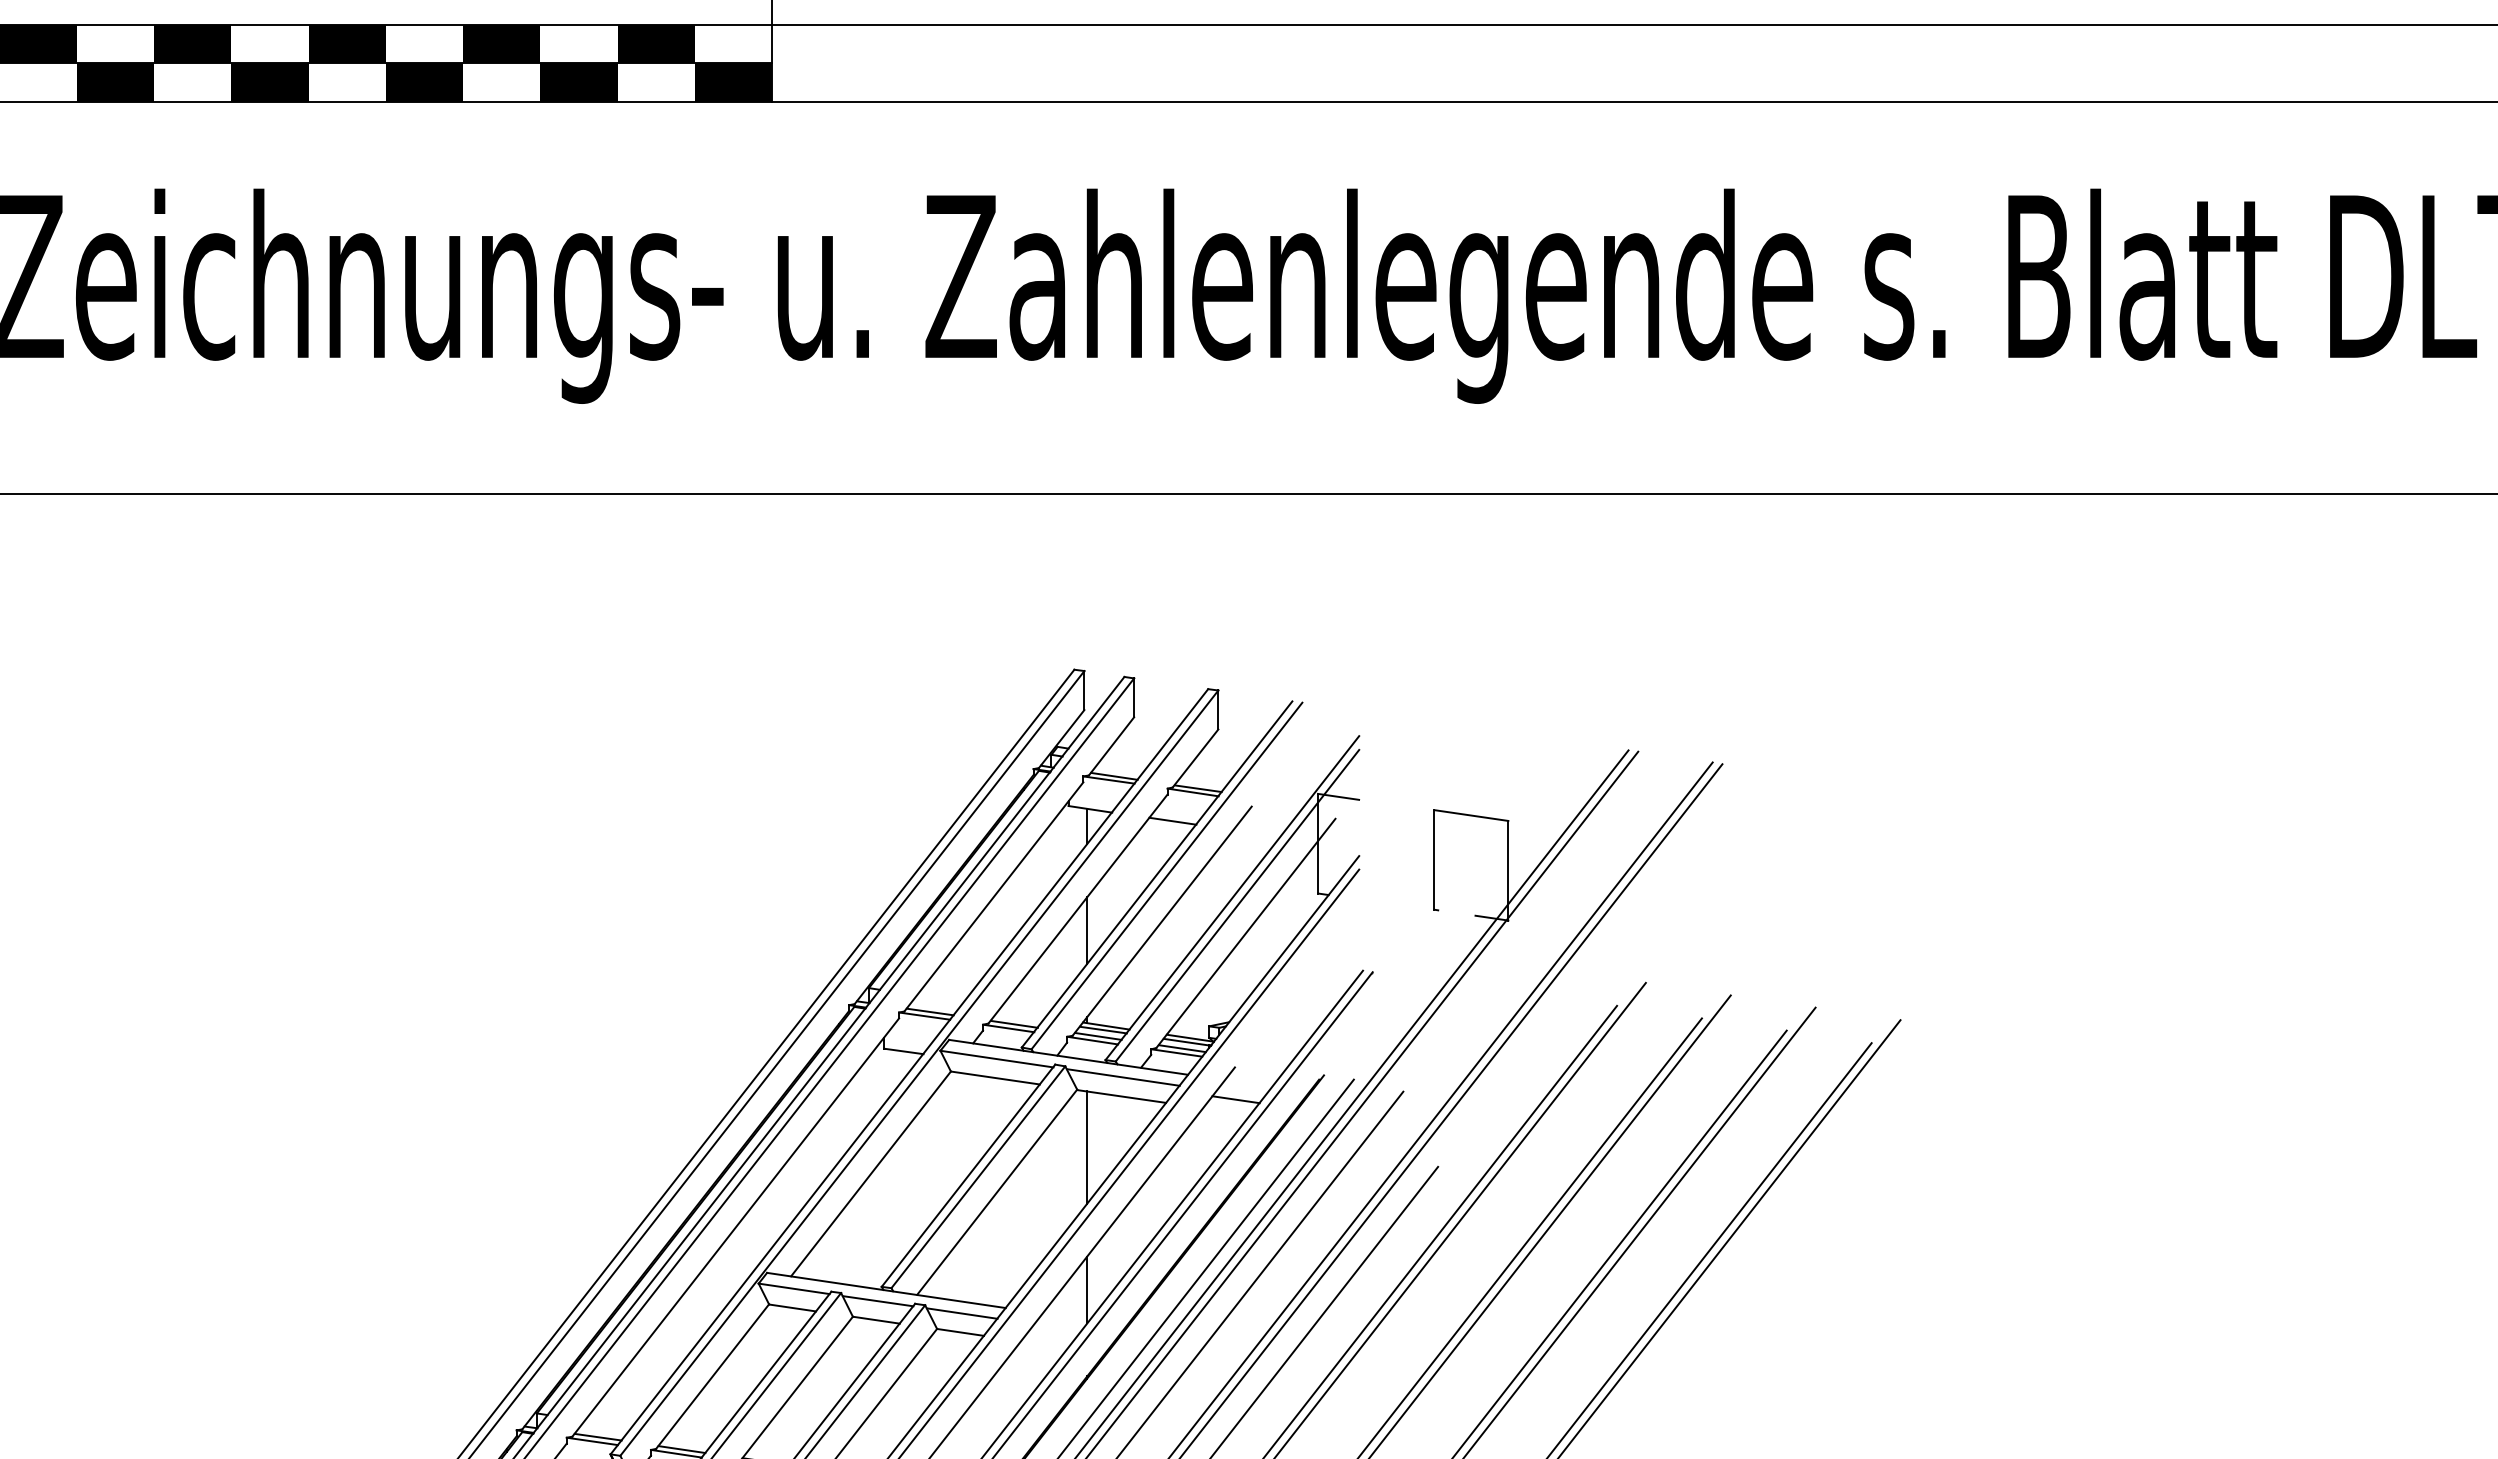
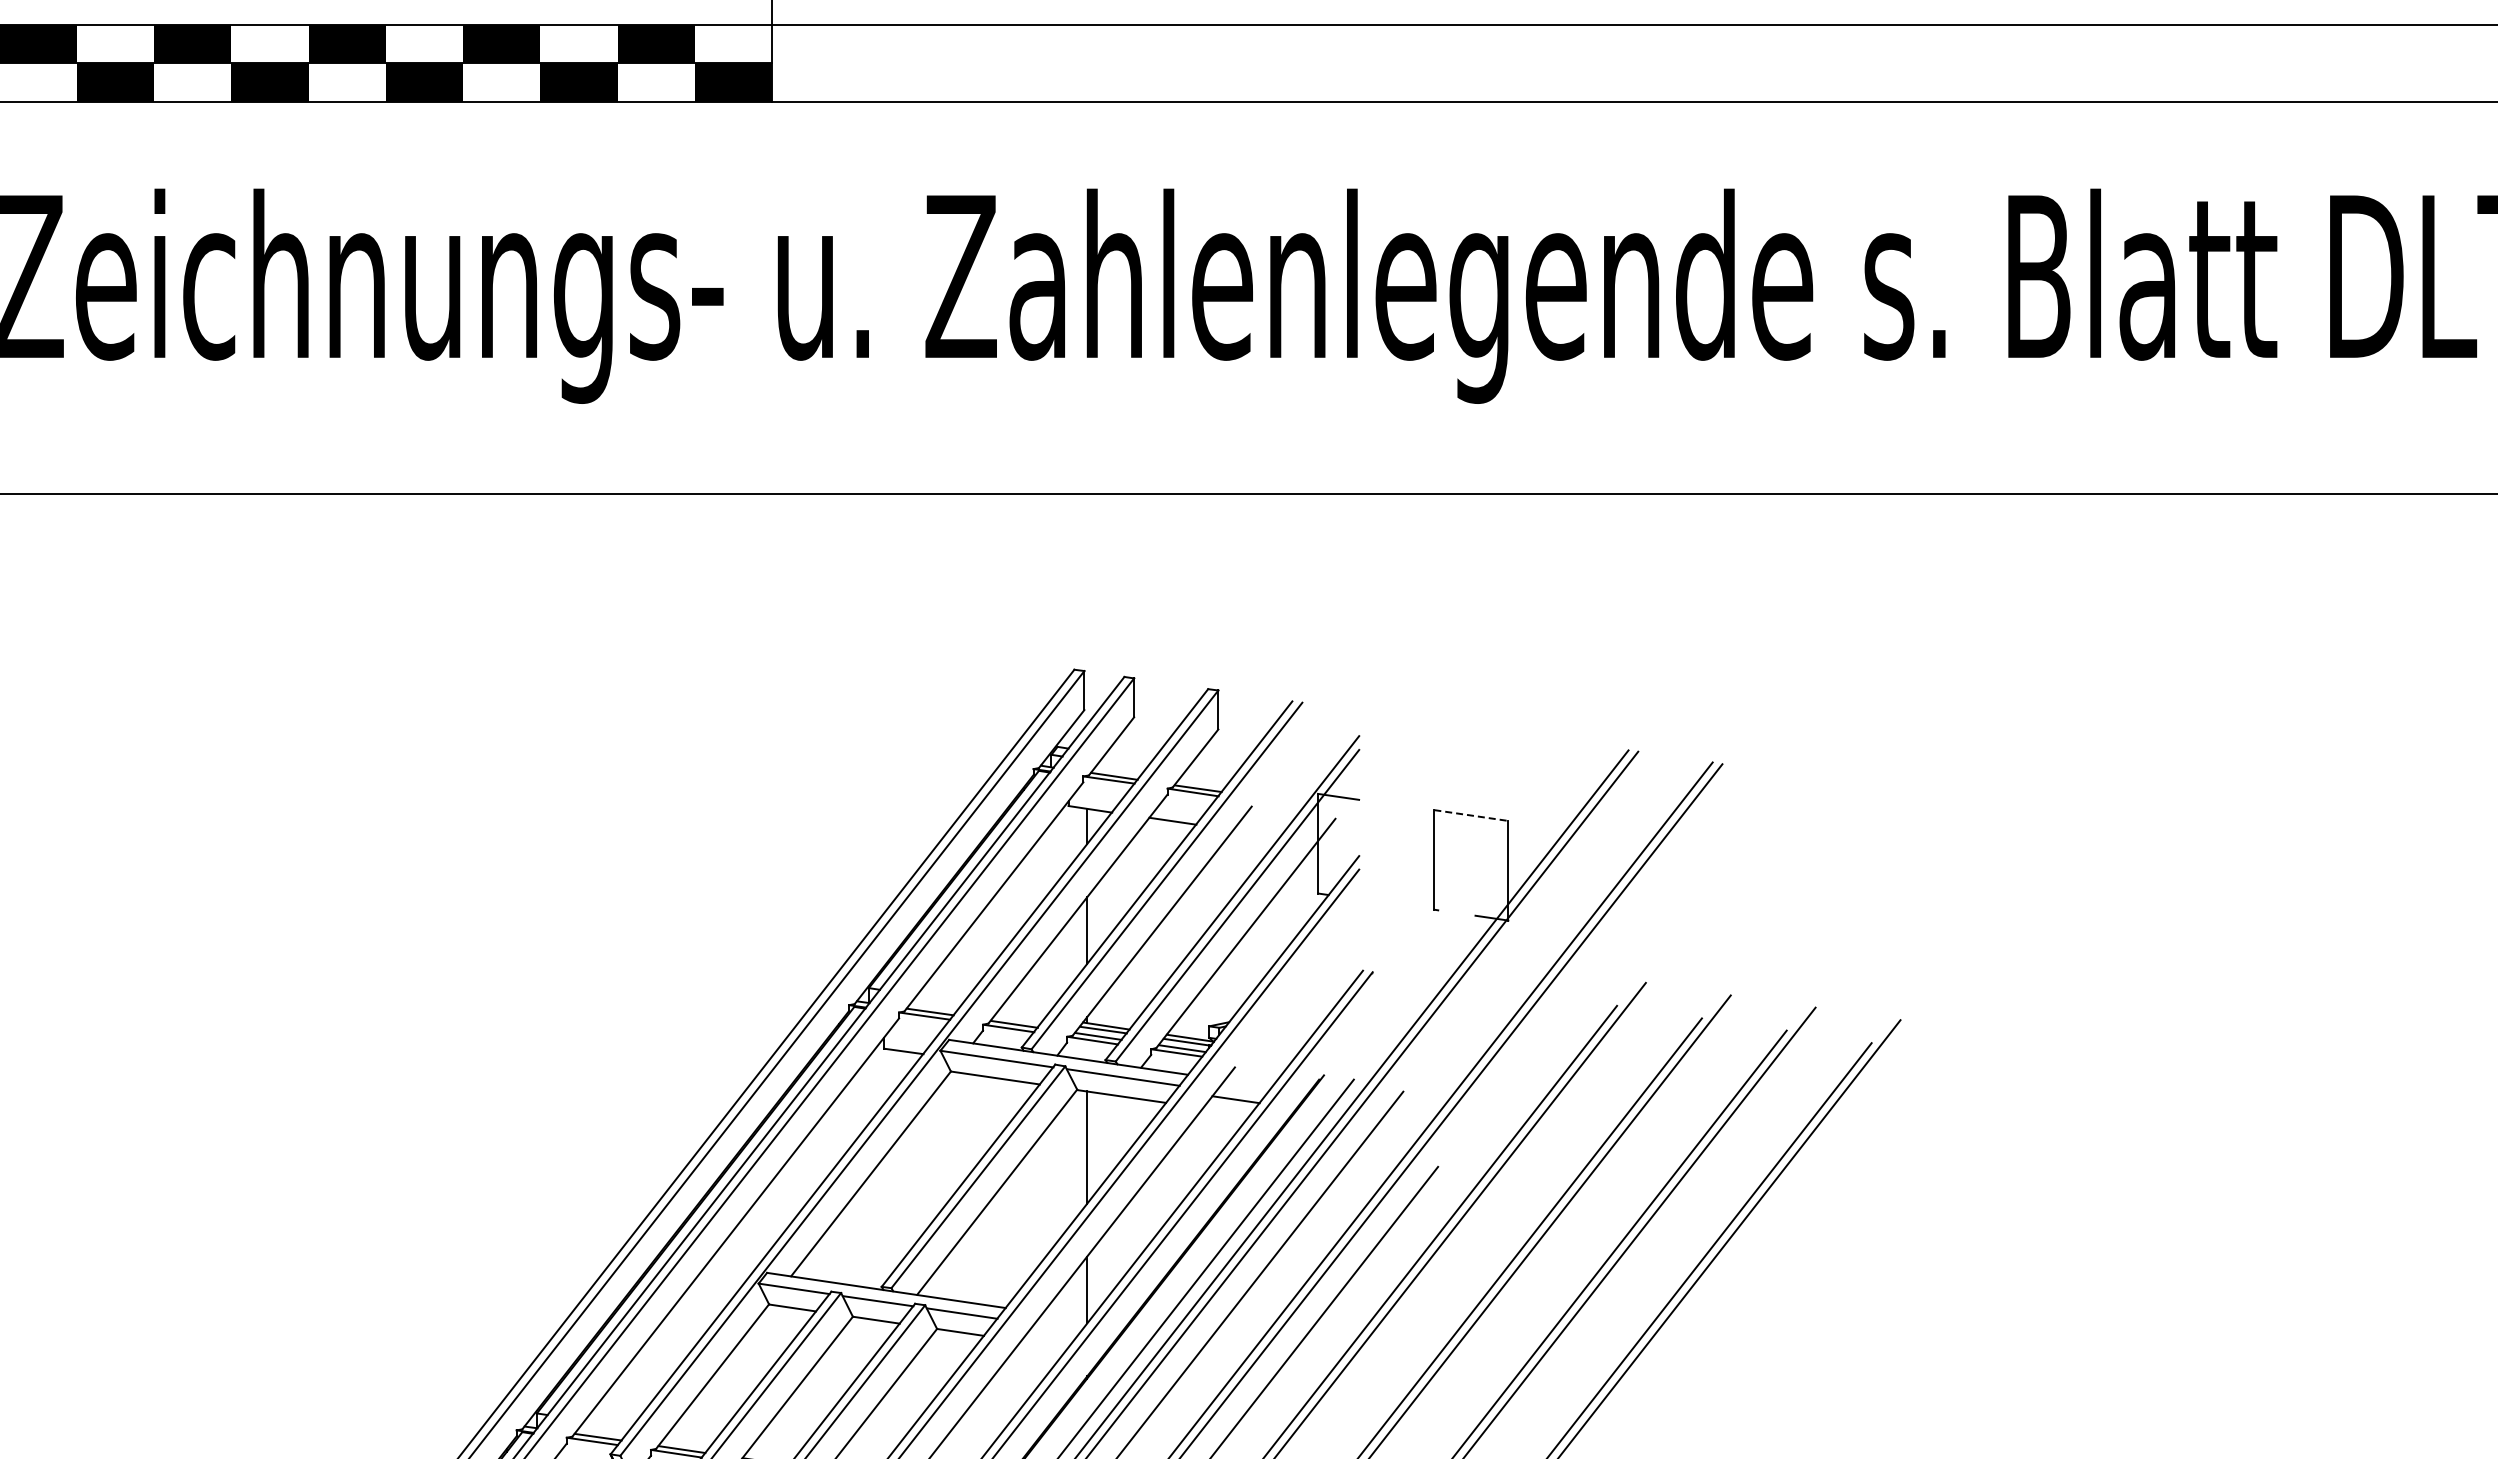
line at (1471, 815): solid -> dashed
